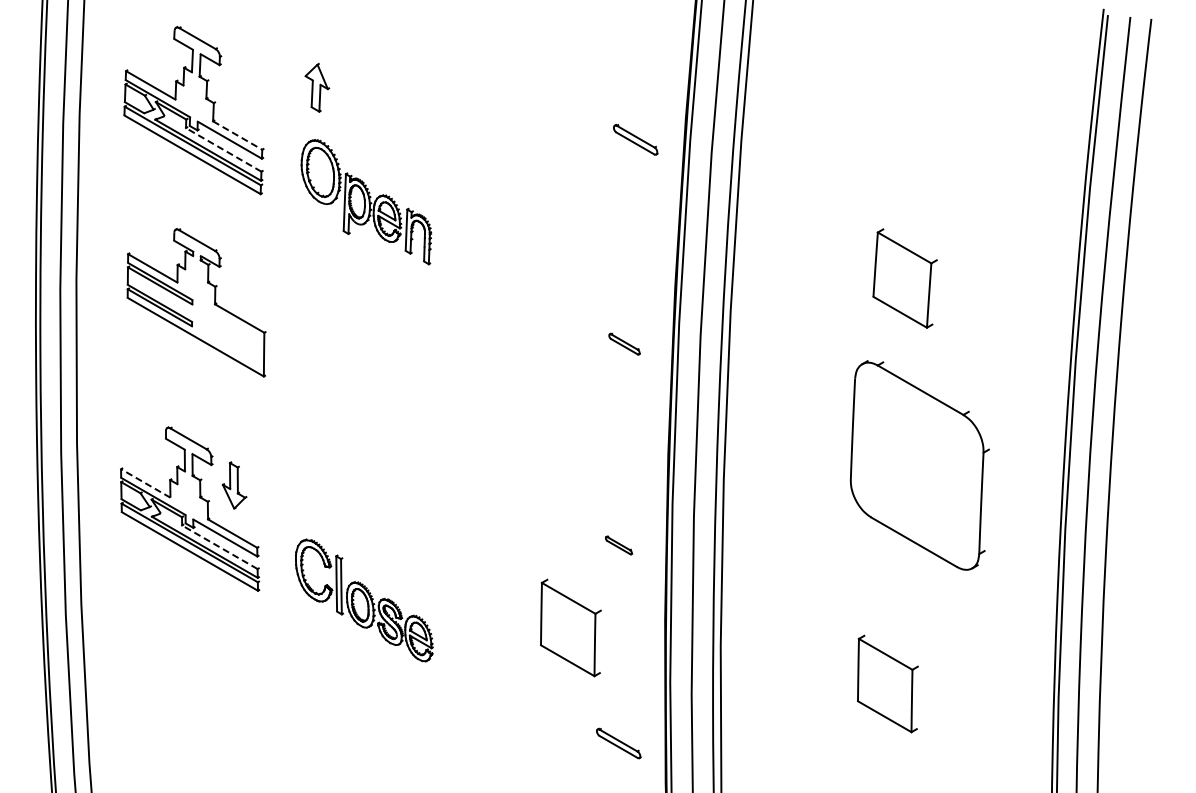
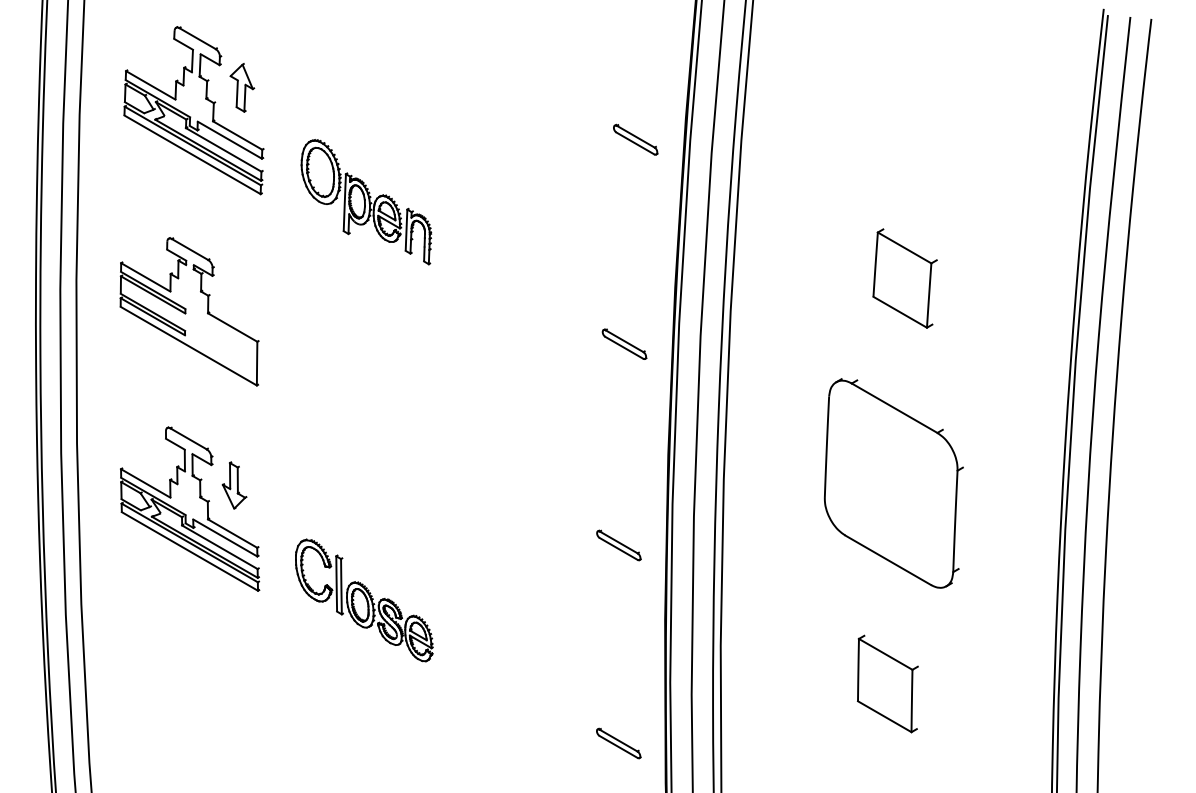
part at (317, 87) position: (317, 87) -> (242, 87)
line at (238, 135): dashed -> solid
line at (223, 149): dashed -> solid
part at (196, 302) position: (196, 302) -> (189, 311)
part at (624, 343) size: 33x24 px -> 47x32 px
part at (919, 465) position: (919, 465) -> (893, 483)
line at (145, 483): dashed -> solid
part at (618, 545) size: 28x21 px -> 46x33 px
line at (219, 547): dashed -> solid
part at (570, 627): present -> none
